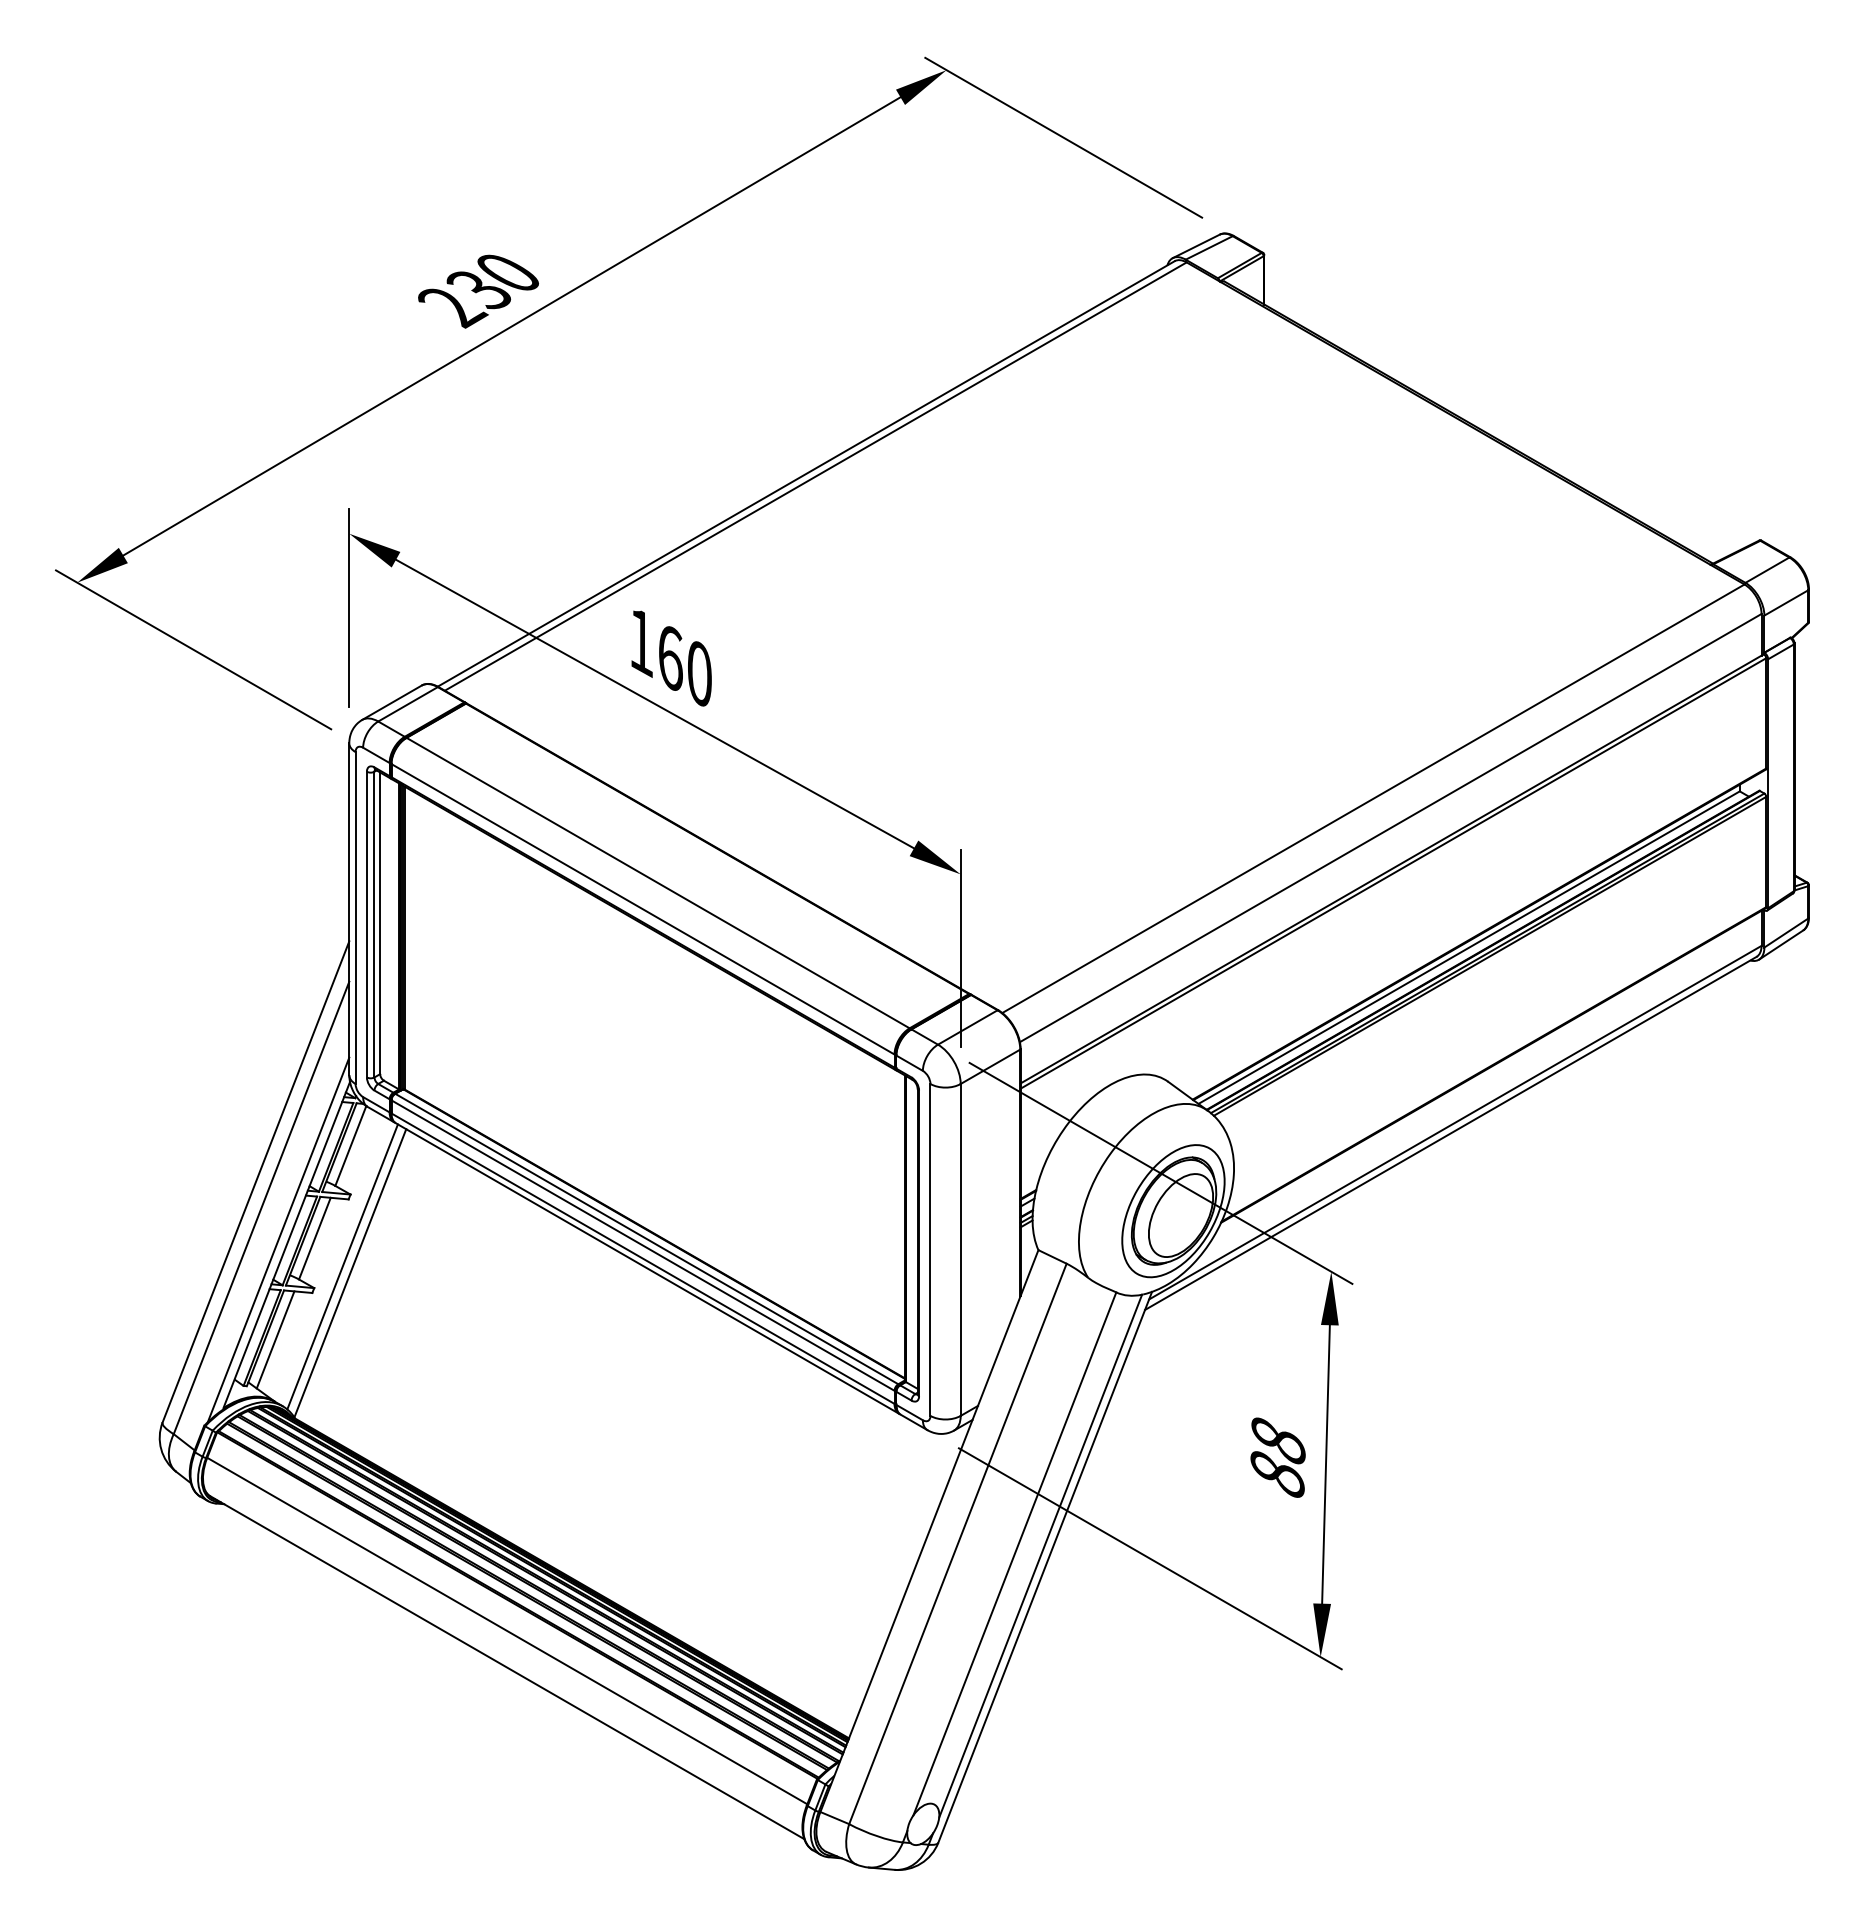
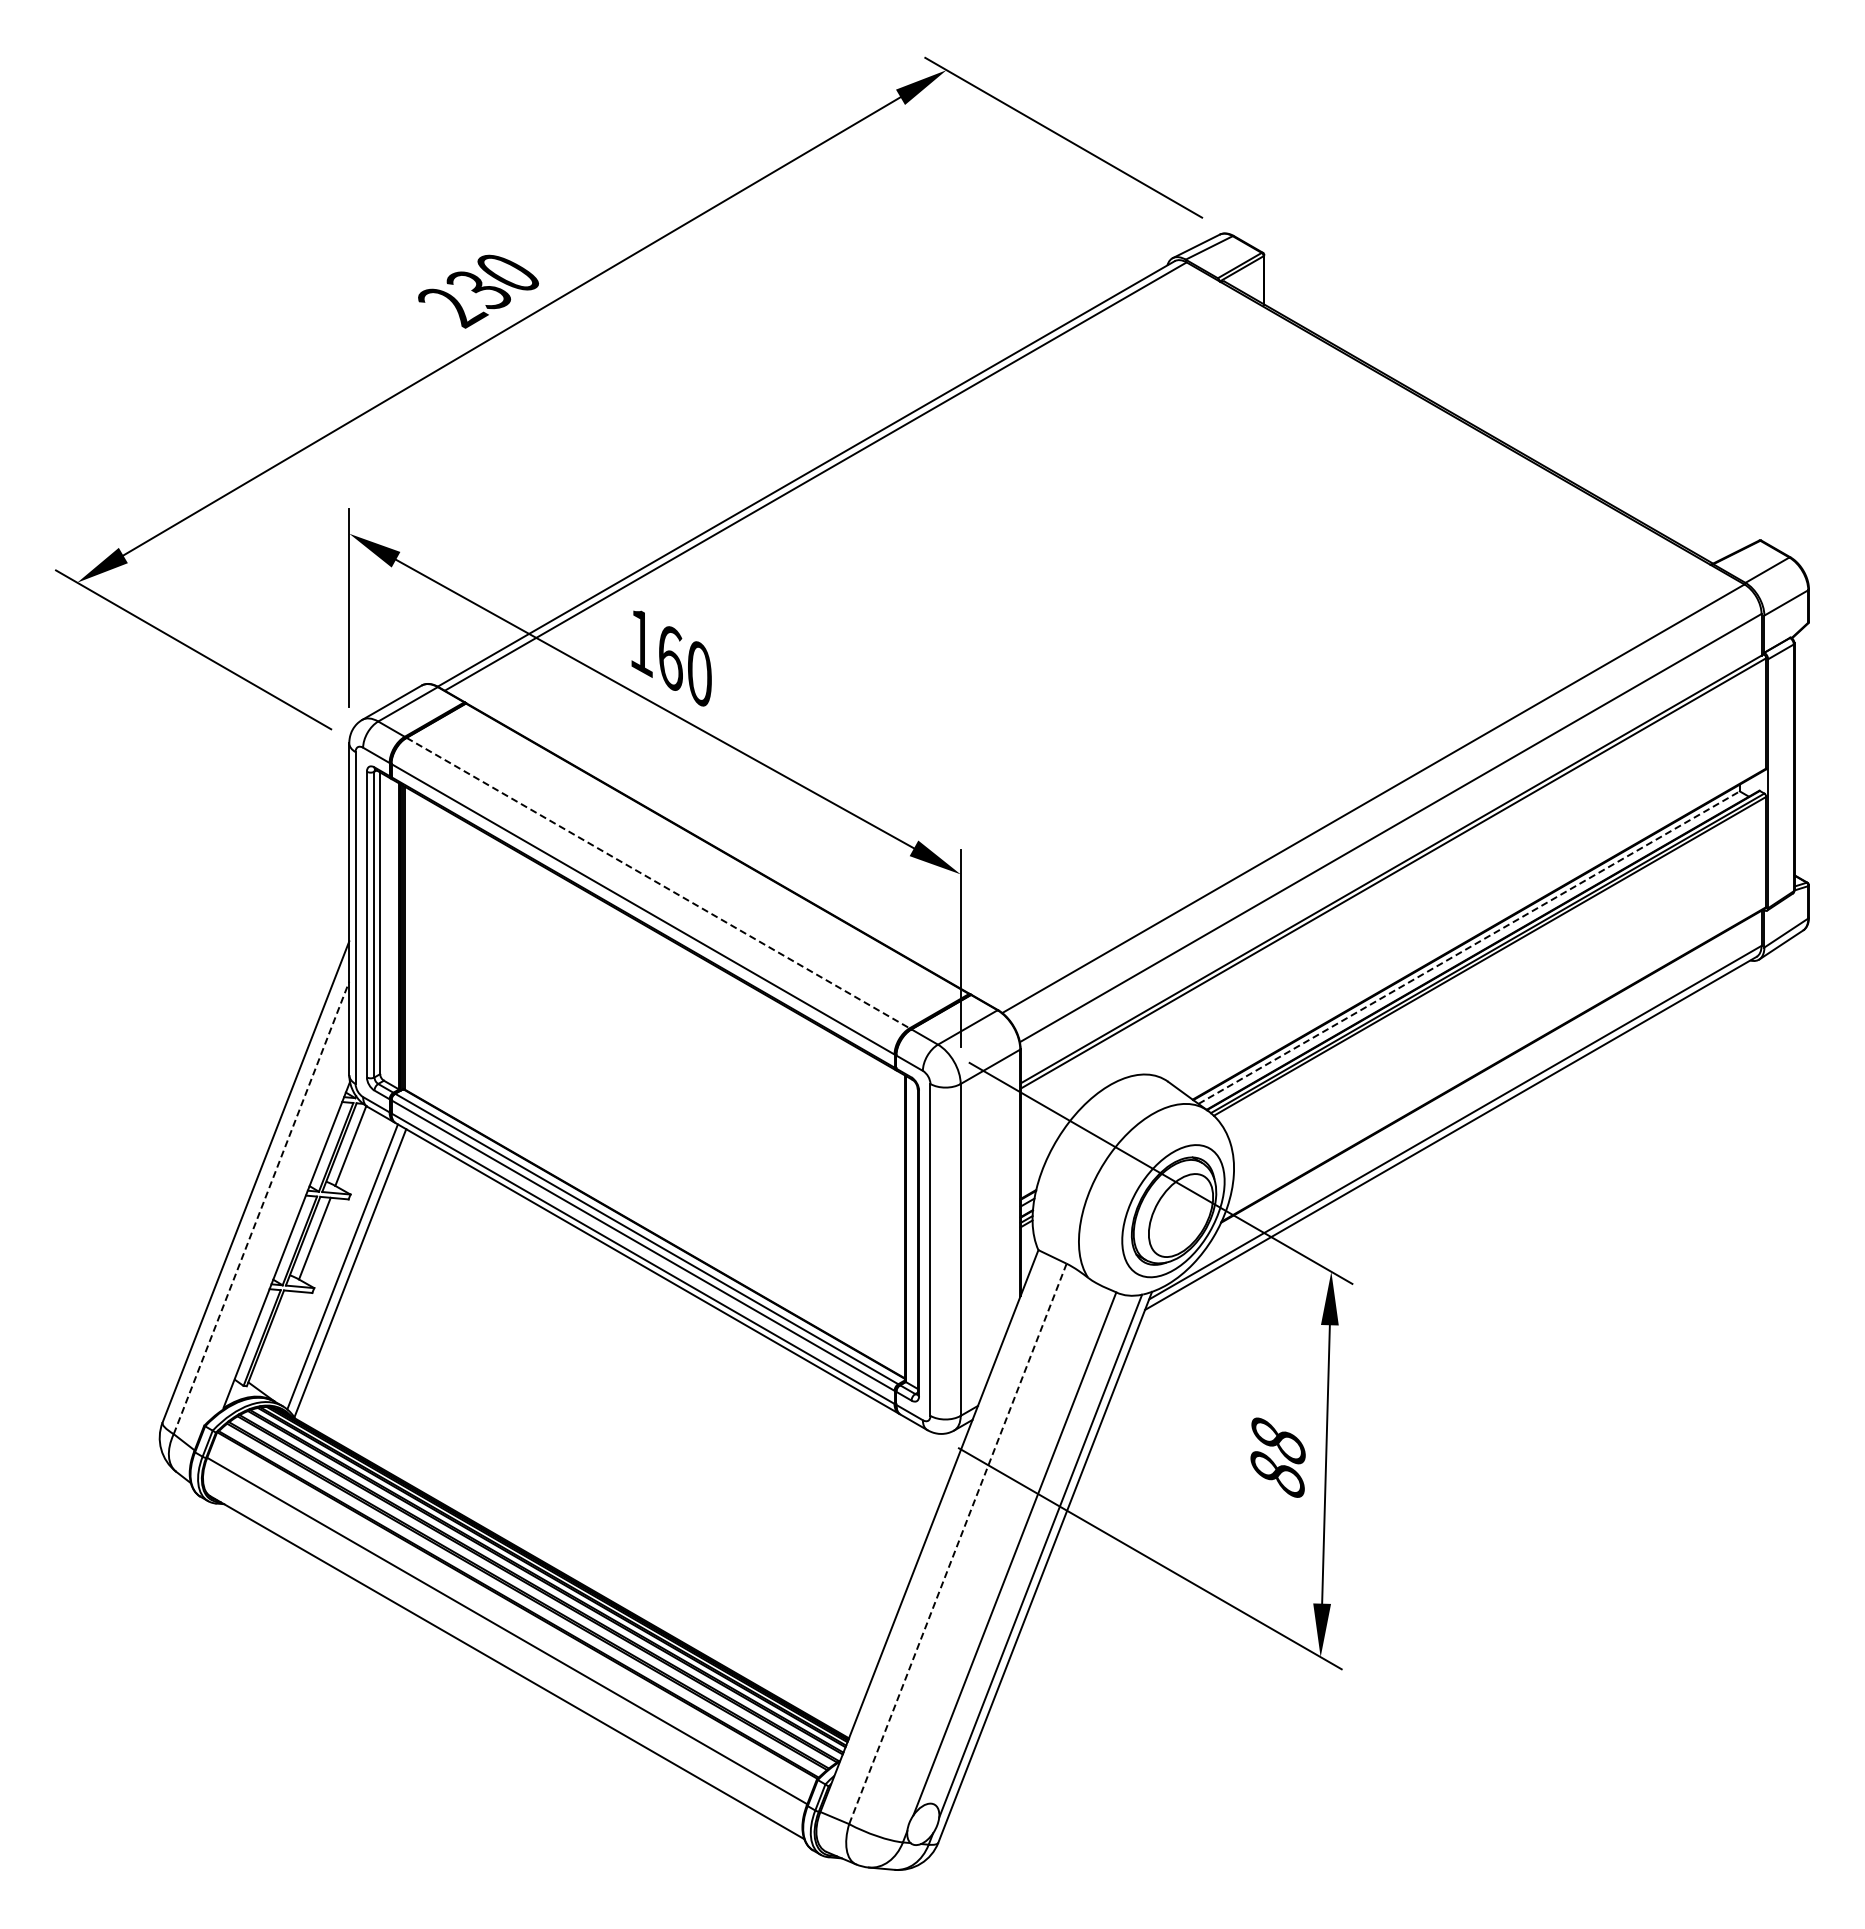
line at (658, 883): solid -> dashed
line at (1469, 947): solid -> dashed
line at (261, 1207): solid -> dashed
line at (278, 1239): present -> none
line at (275, 1339): present -> none
line at (957, 1543): solid -> dashed
